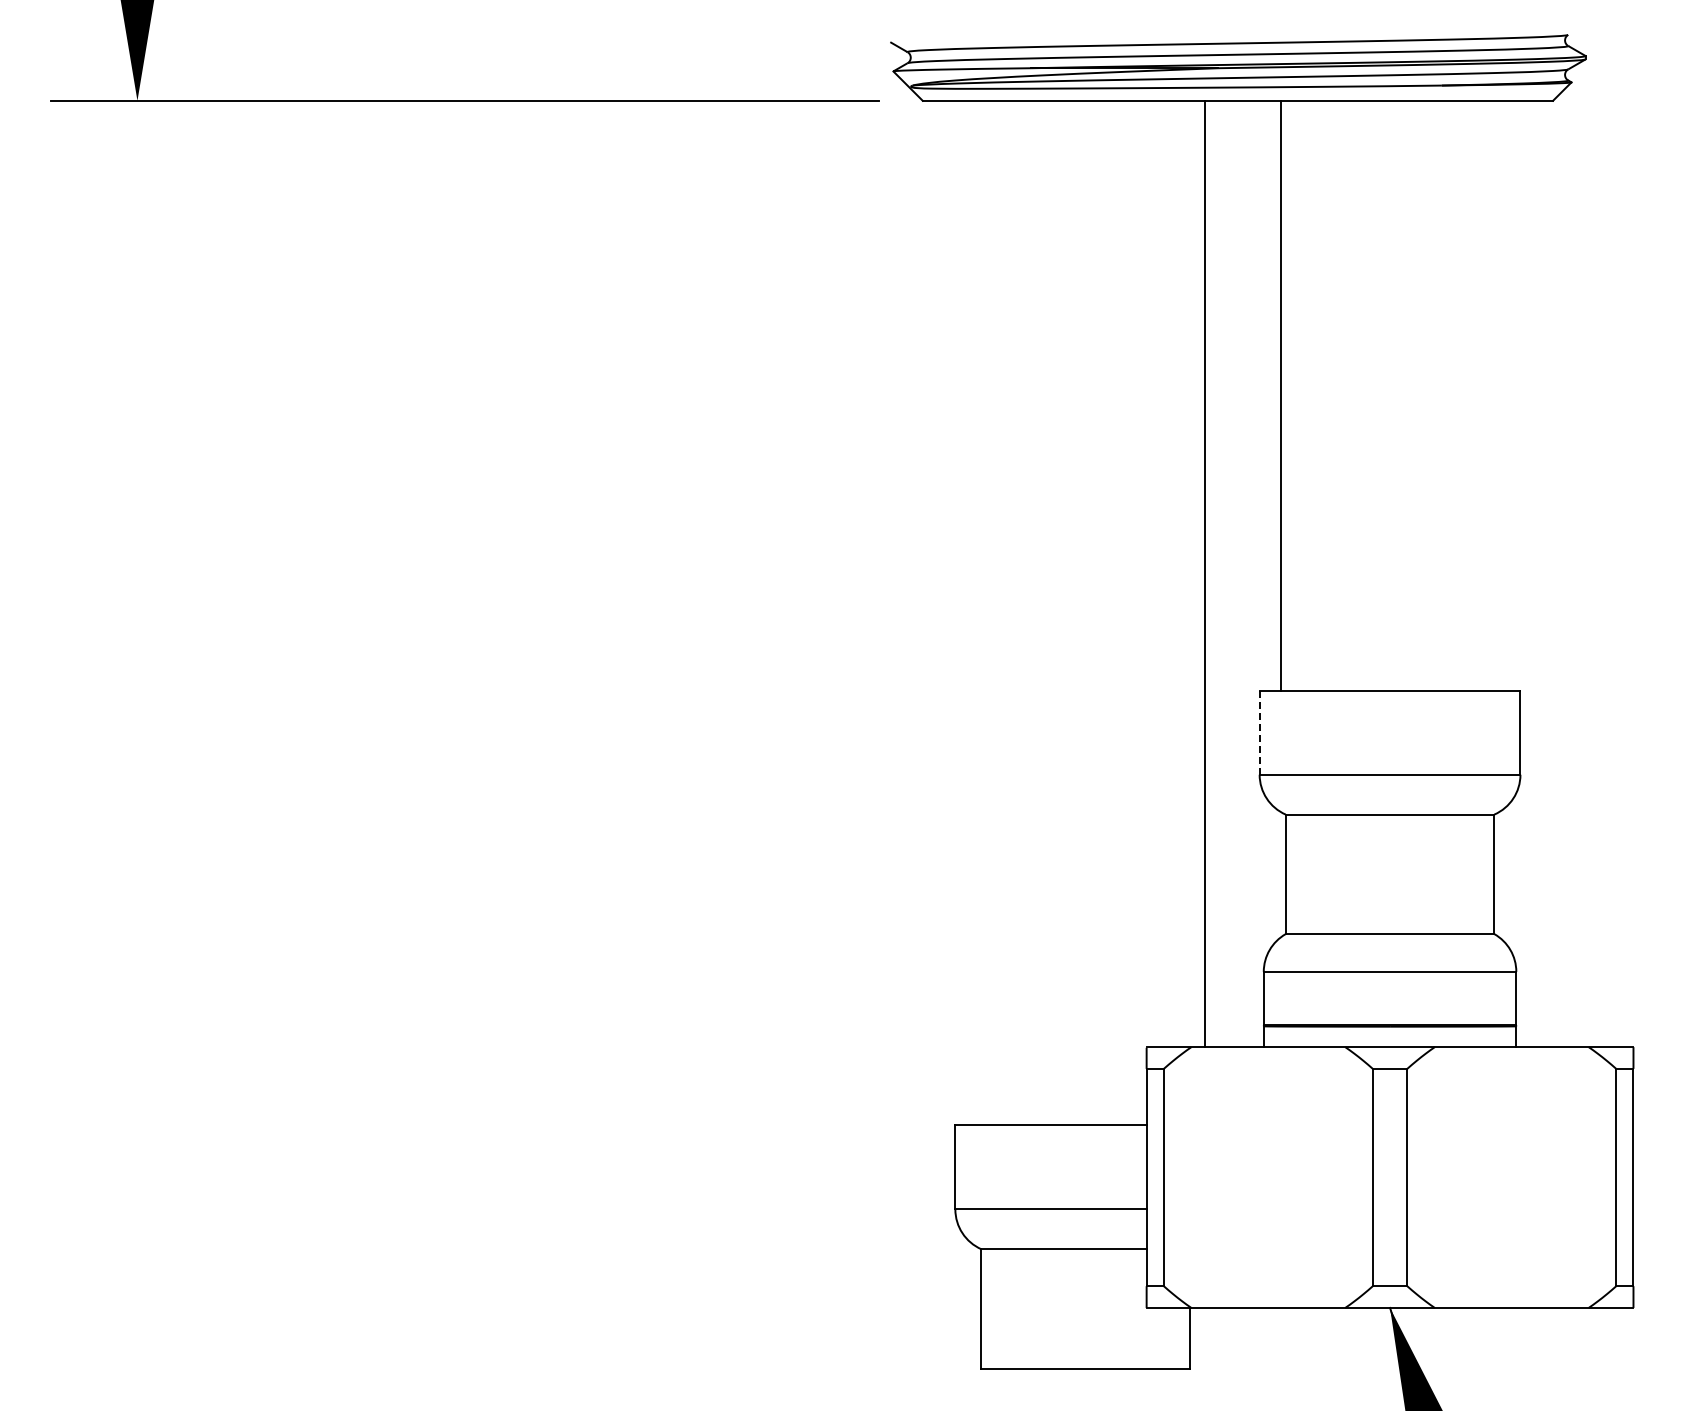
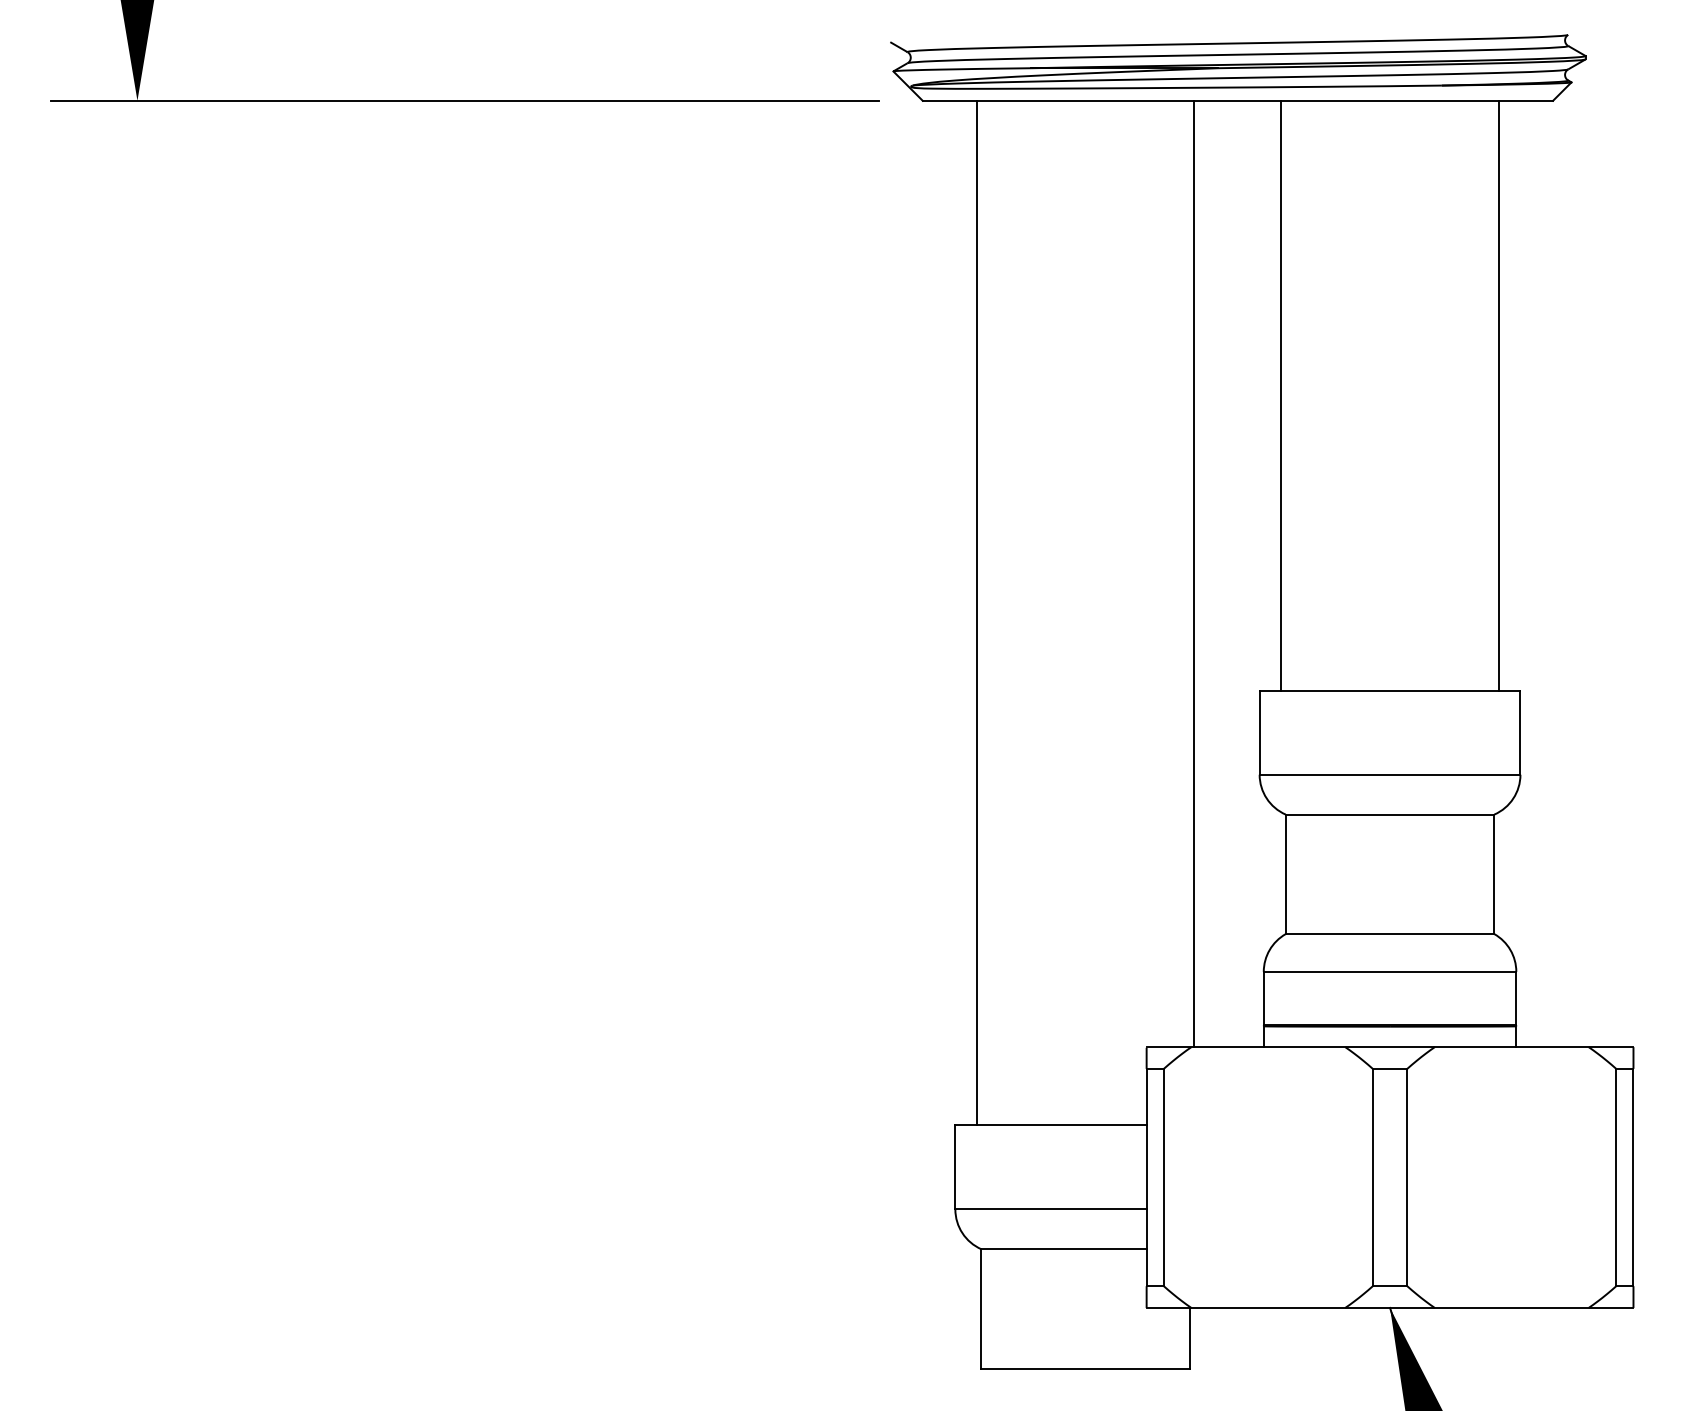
line at (1498, 395): none -> present
line at (1205, 573) position: (1205, 573) -> (1194, 573)
line at (977, 612): none -> present
line at (1259, 732): dashed -> solid
